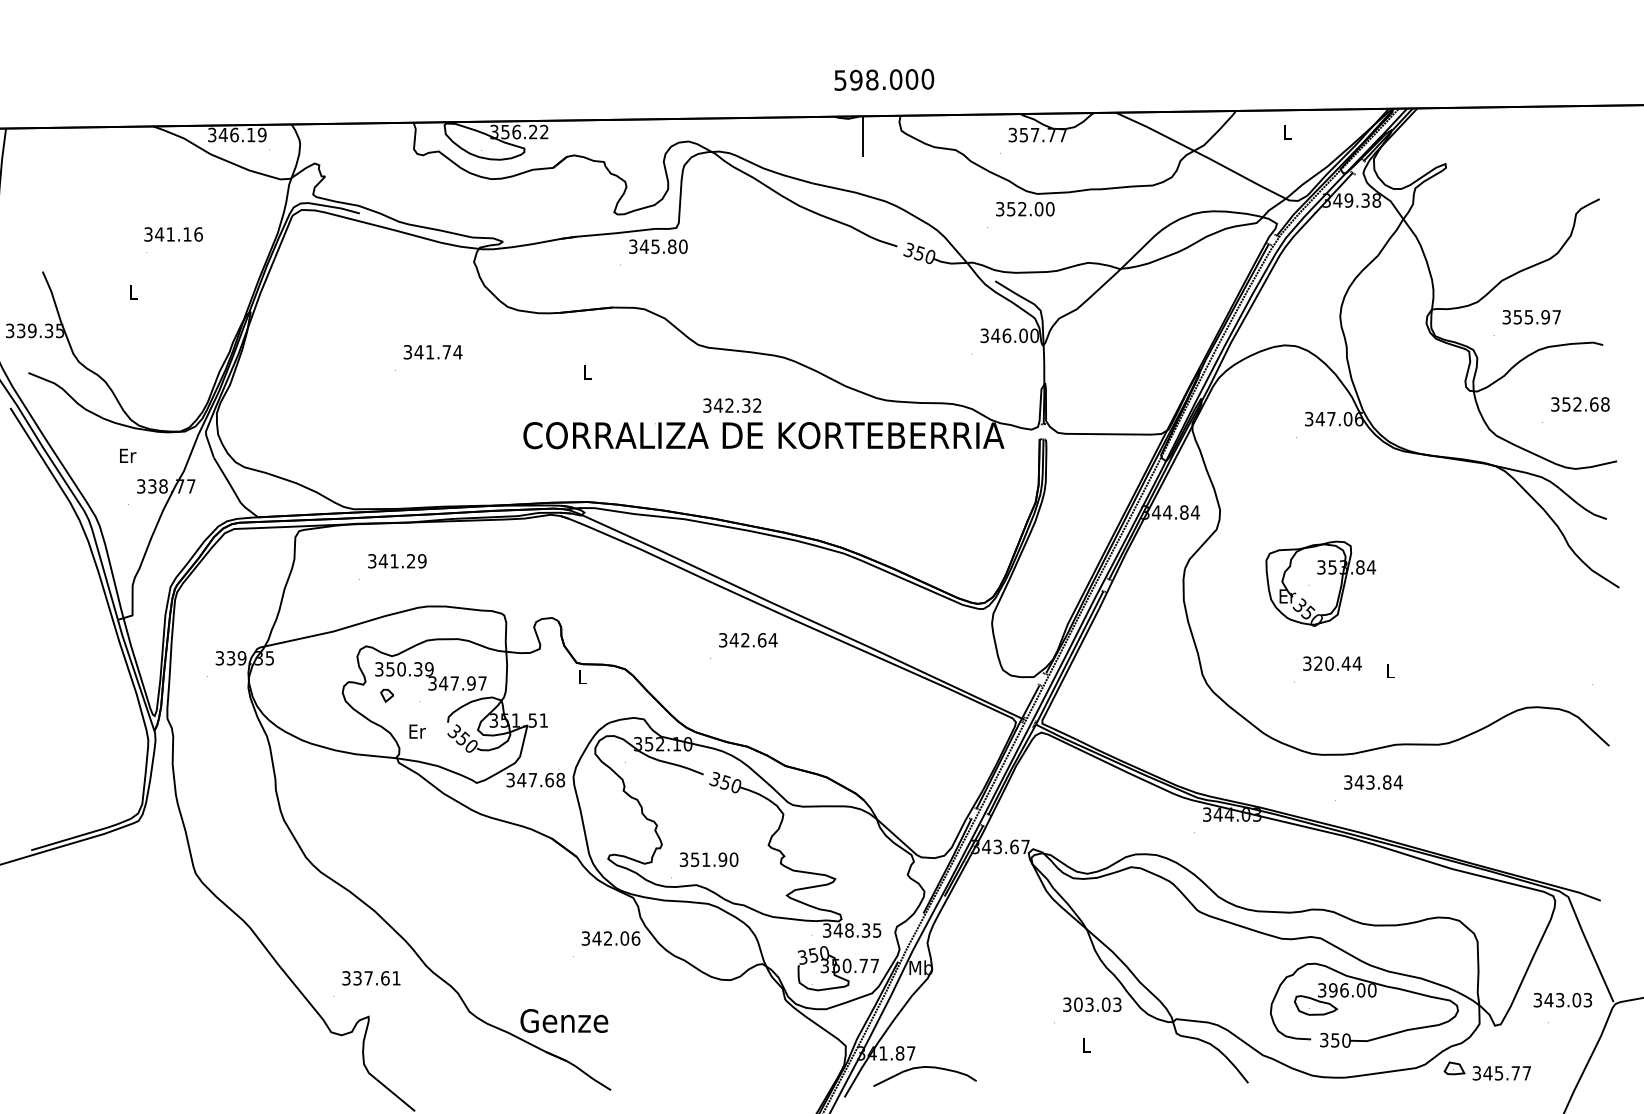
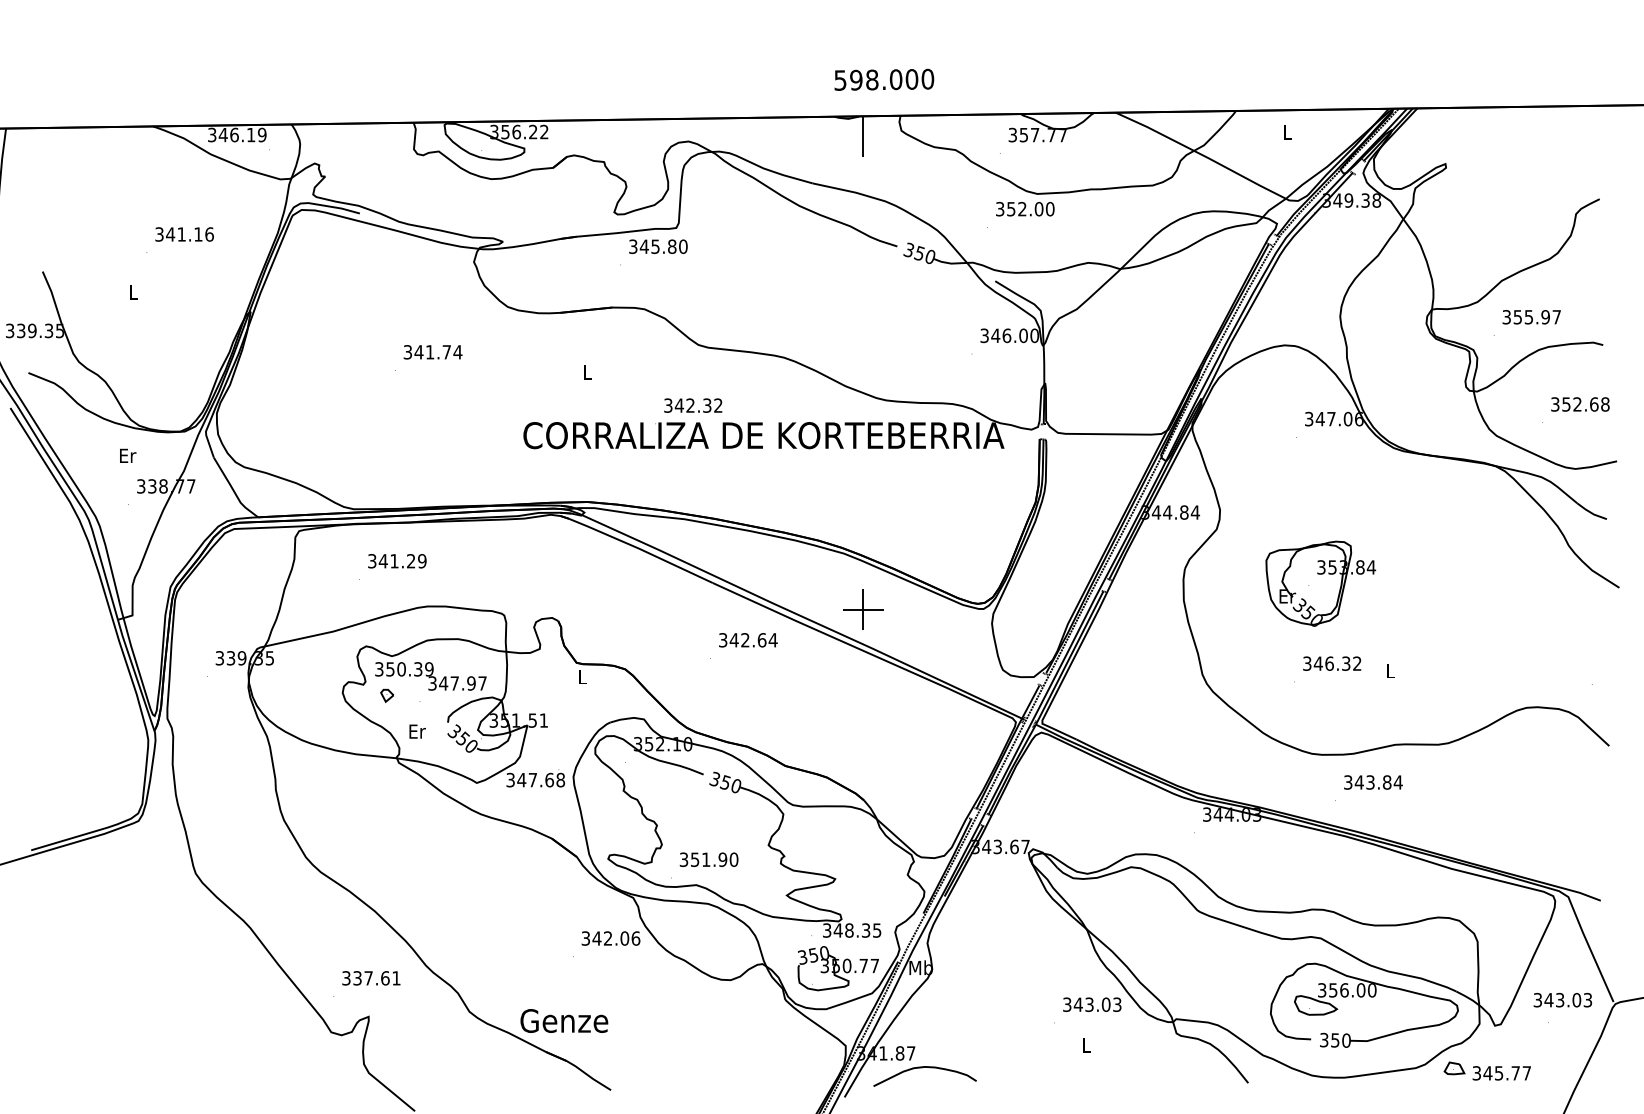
text at (173, 234) position: (173, 234) -> (184, 234)
text at (732, 405) position: (732, 405) -> (693, 405)
part at (863, 609): none -> present
text at (1337, 663): 320.44 -> 346.32
text at (1333, 990): 396.00 -> 356.00
text at (1077, 1004): 303.03 -> 343.03
